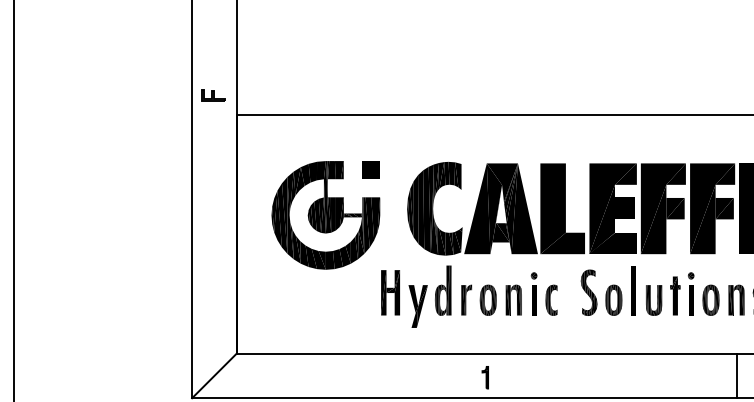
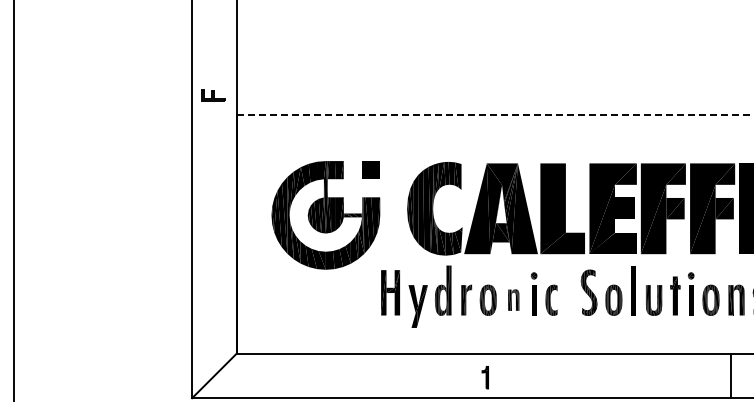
line at (495, 114): solid -> dashed
part at (513, 299) size: 17x32 px -> 12x22 px
line at (736, 375) position: (736, 375) -> (730, 375)
